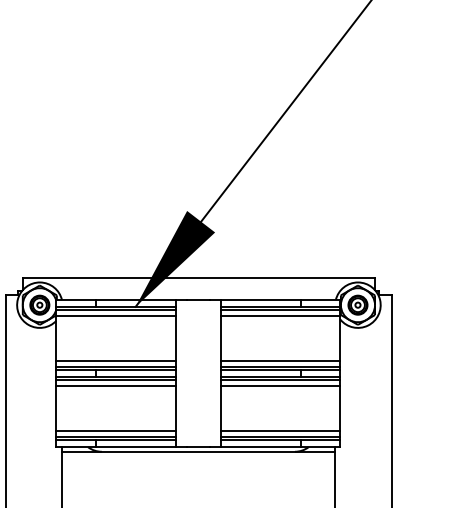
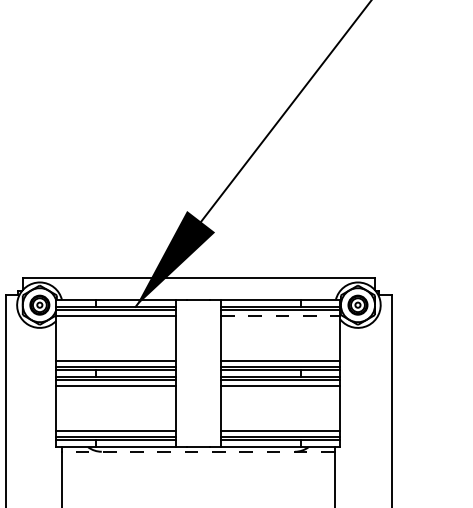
line at (280, 315): solid -> dashed
line at (197, 451): solid -> dashed
